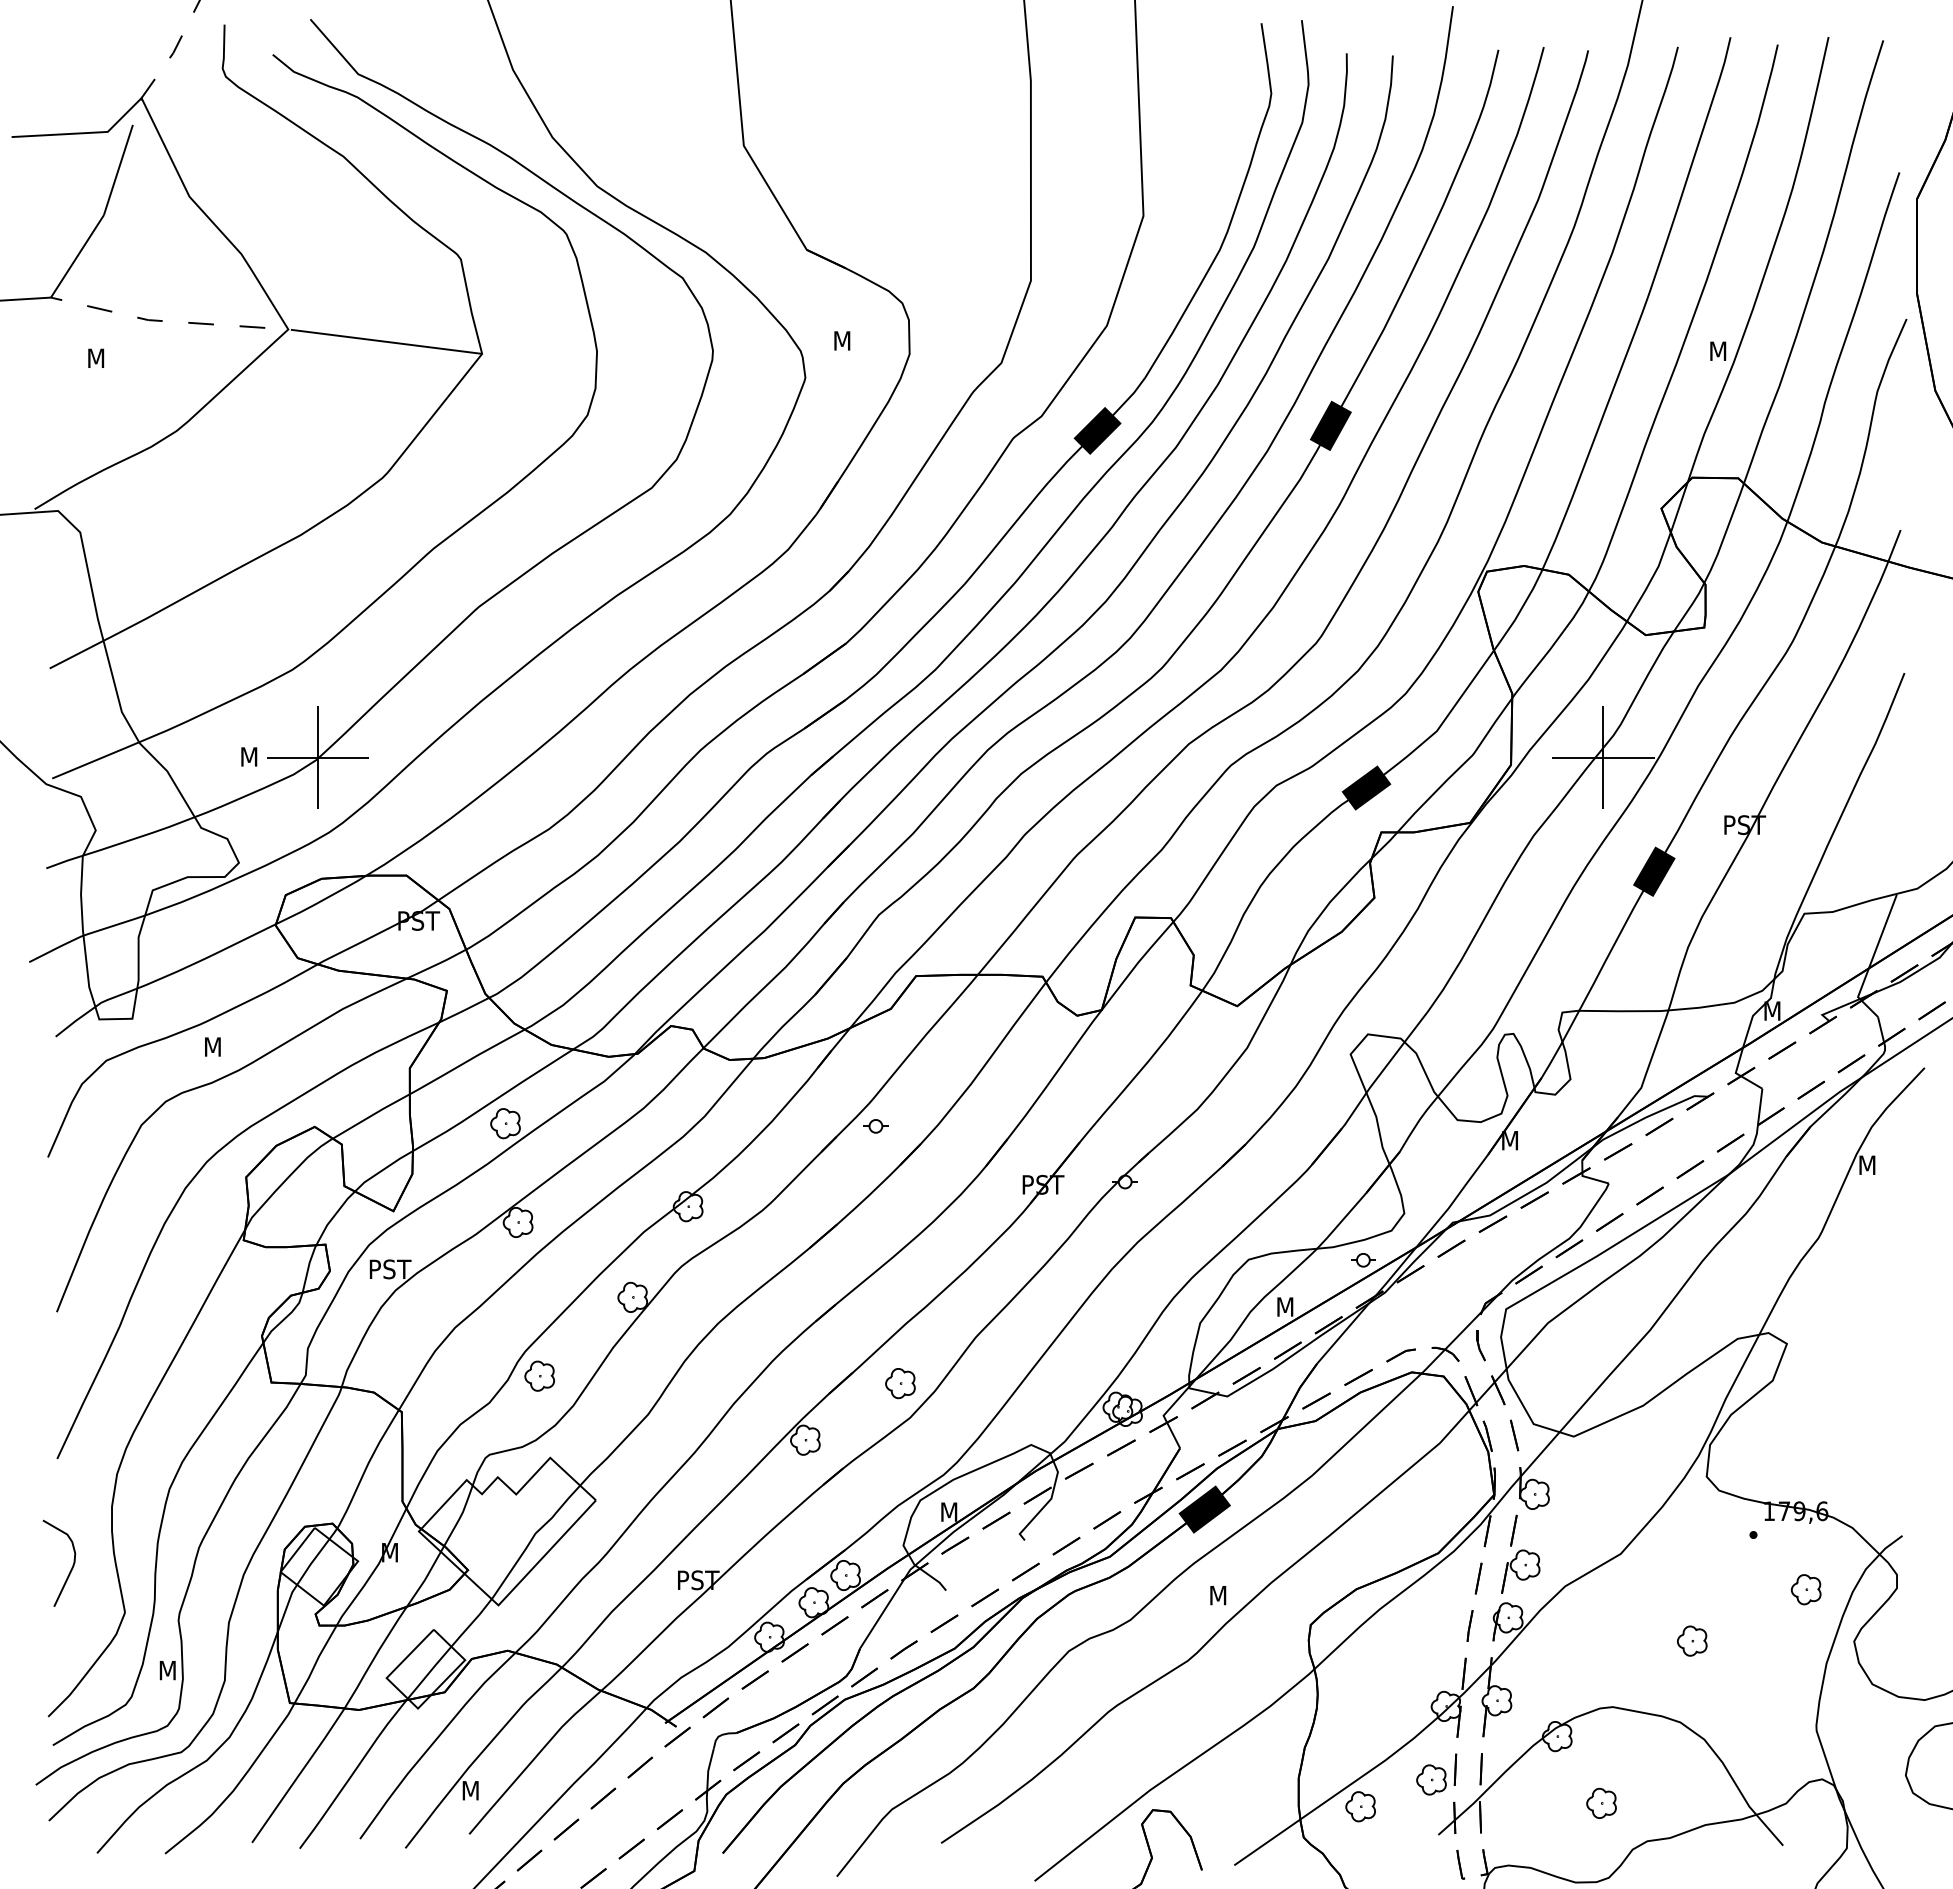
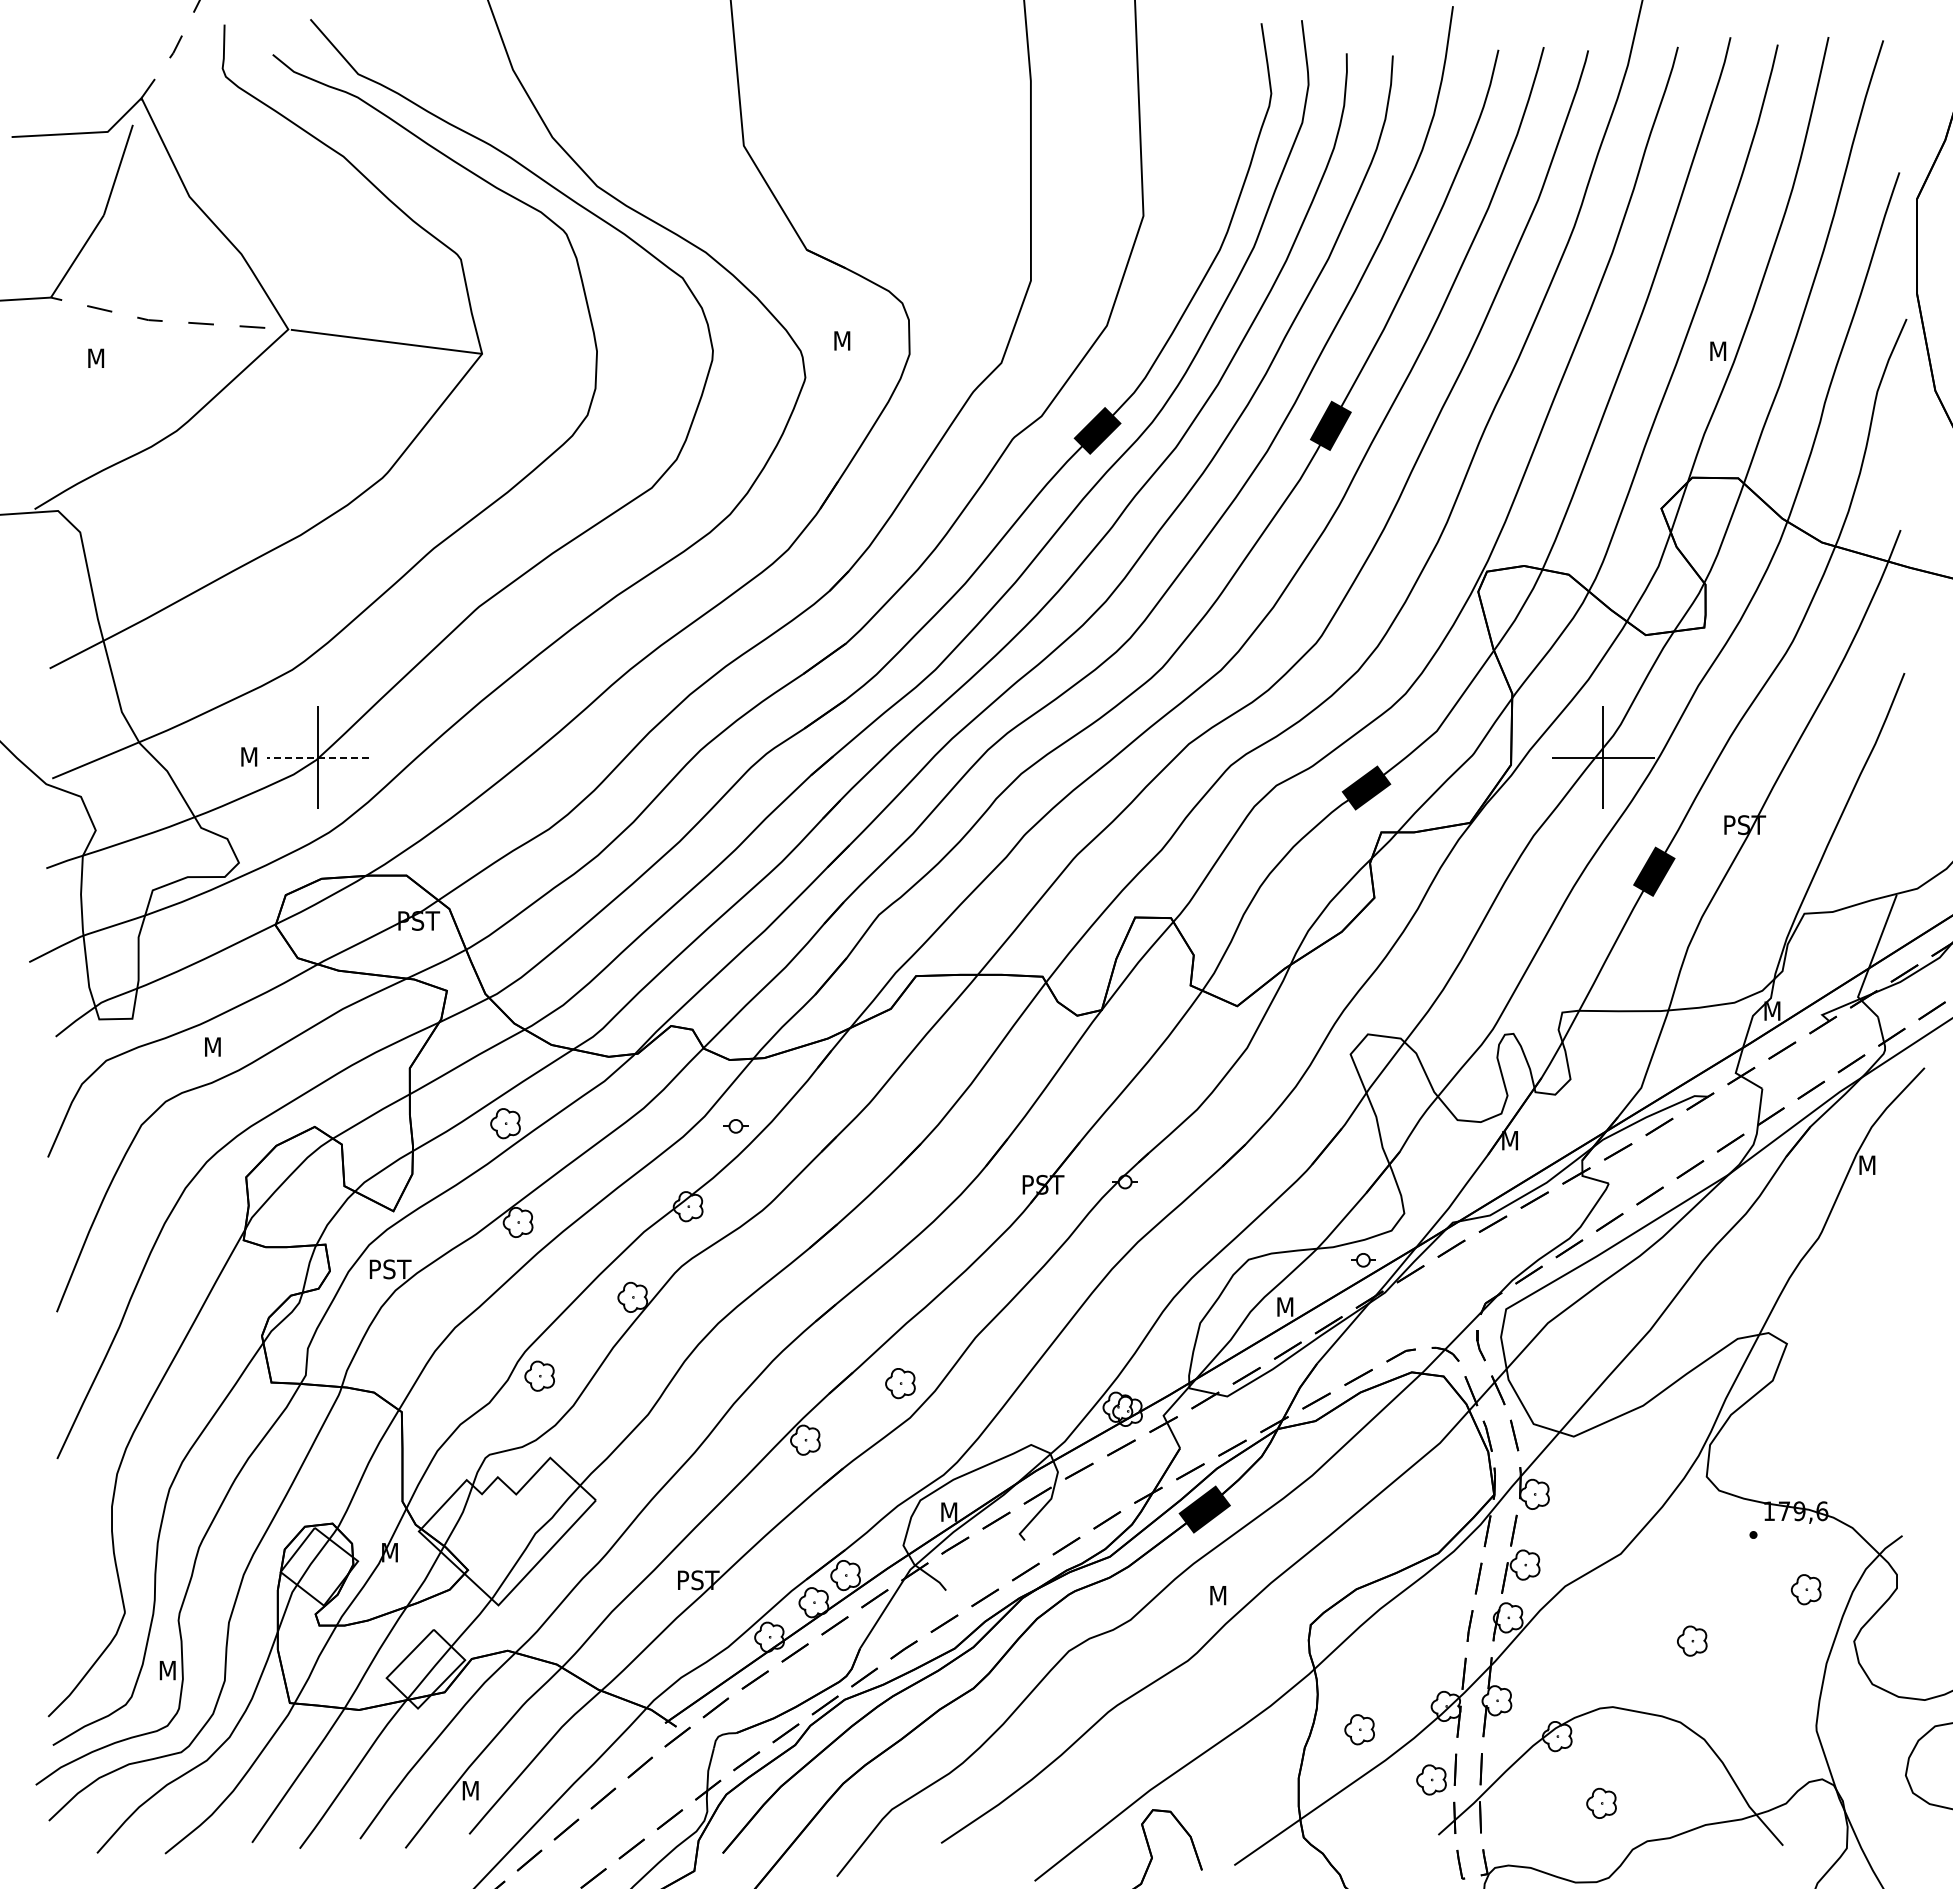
line at (317, 757): solid -> dashed
part at (875, 1126) position: (875, 1126) -> (735, 1126)
curve at (71, 1567): present -> none
part at (1360, 1806) position: (1360, 1806) -> (1359, 1729)
